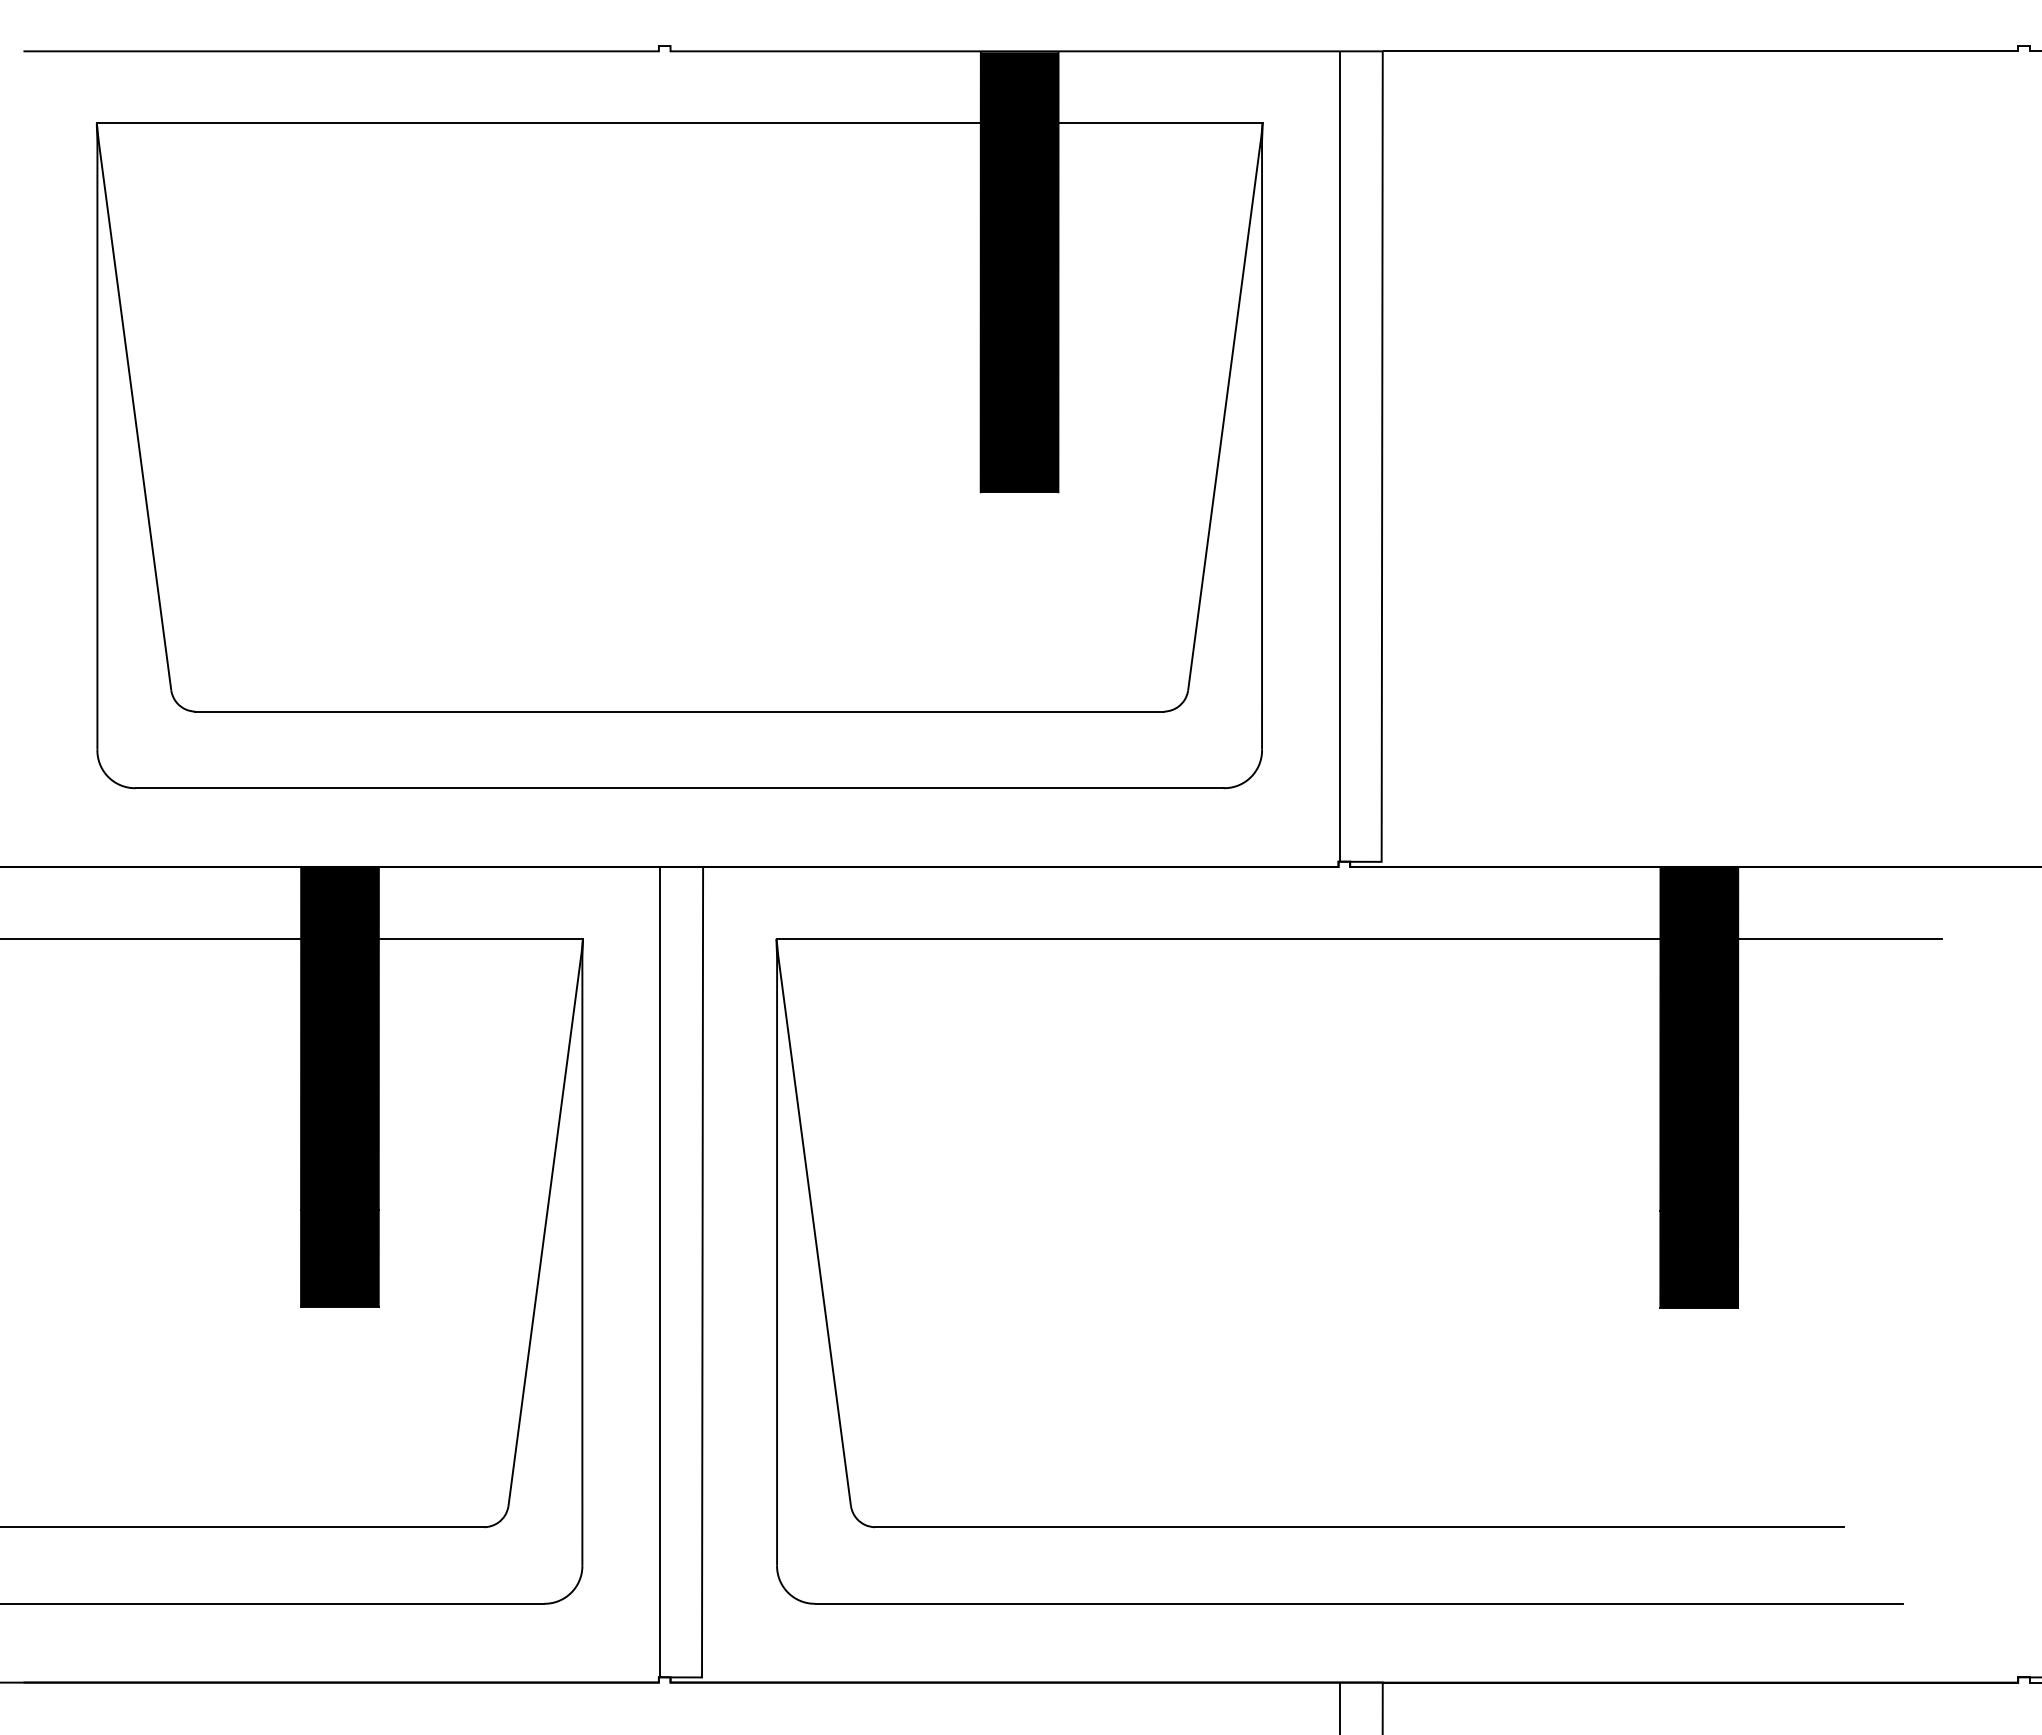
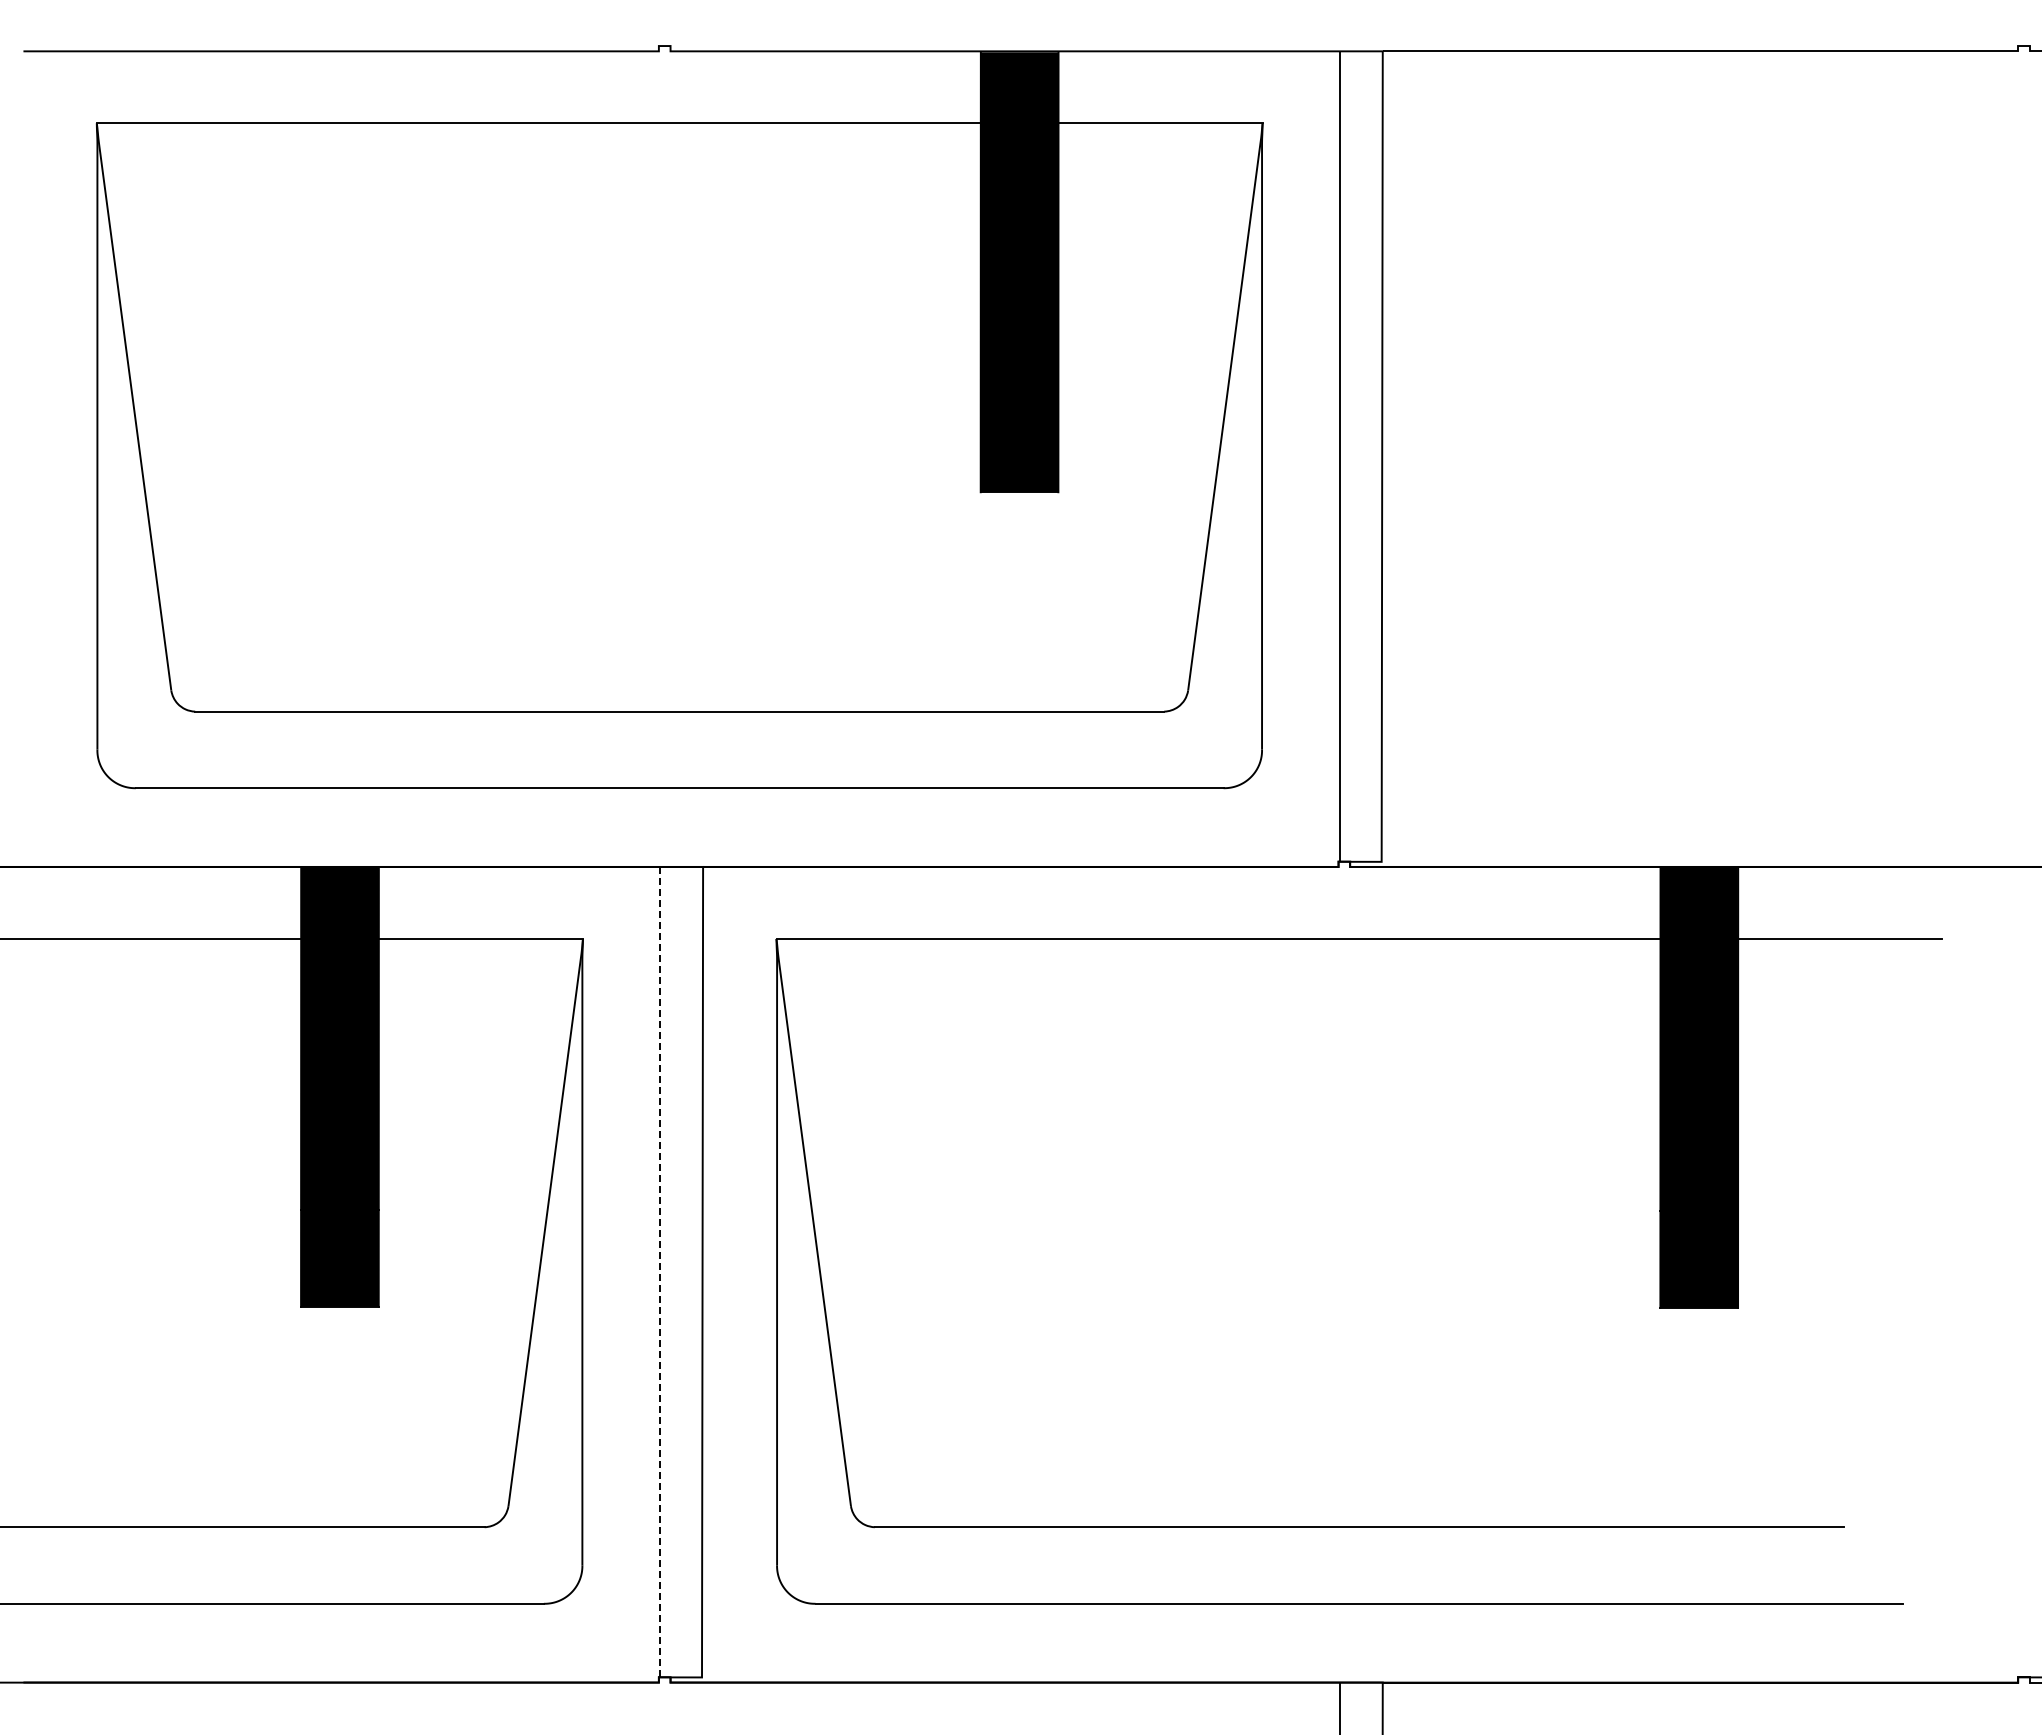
line at (659, 1272): solid -> dashed
